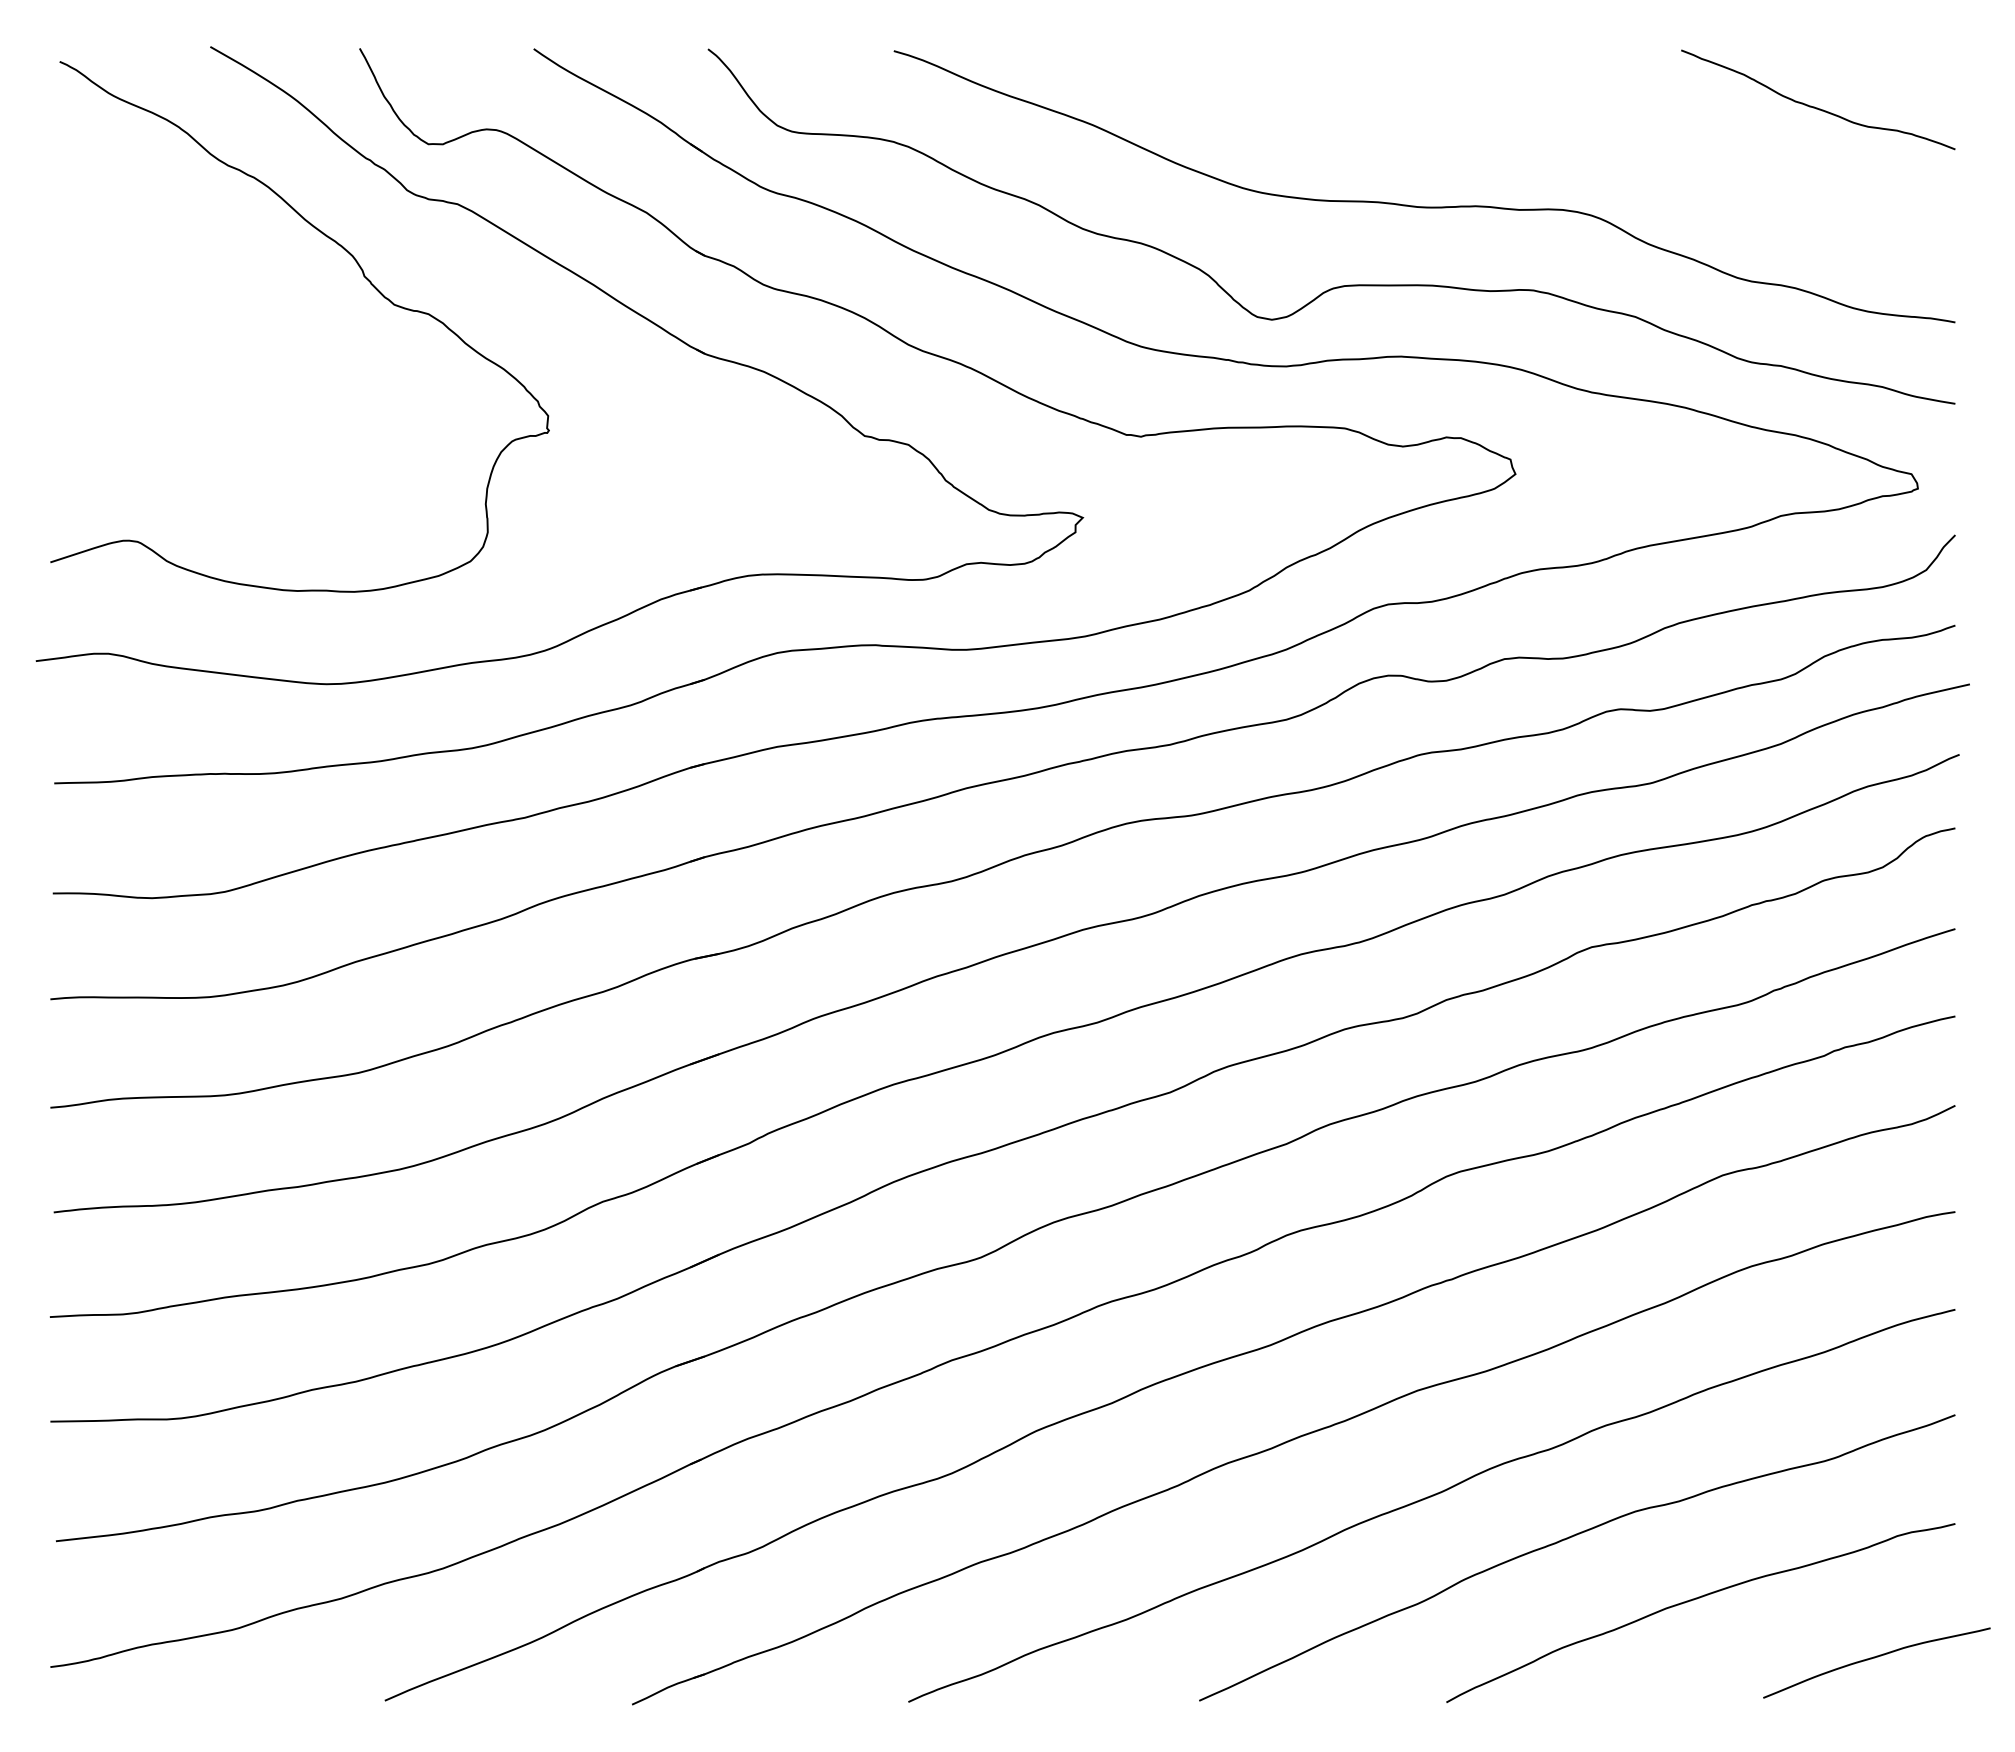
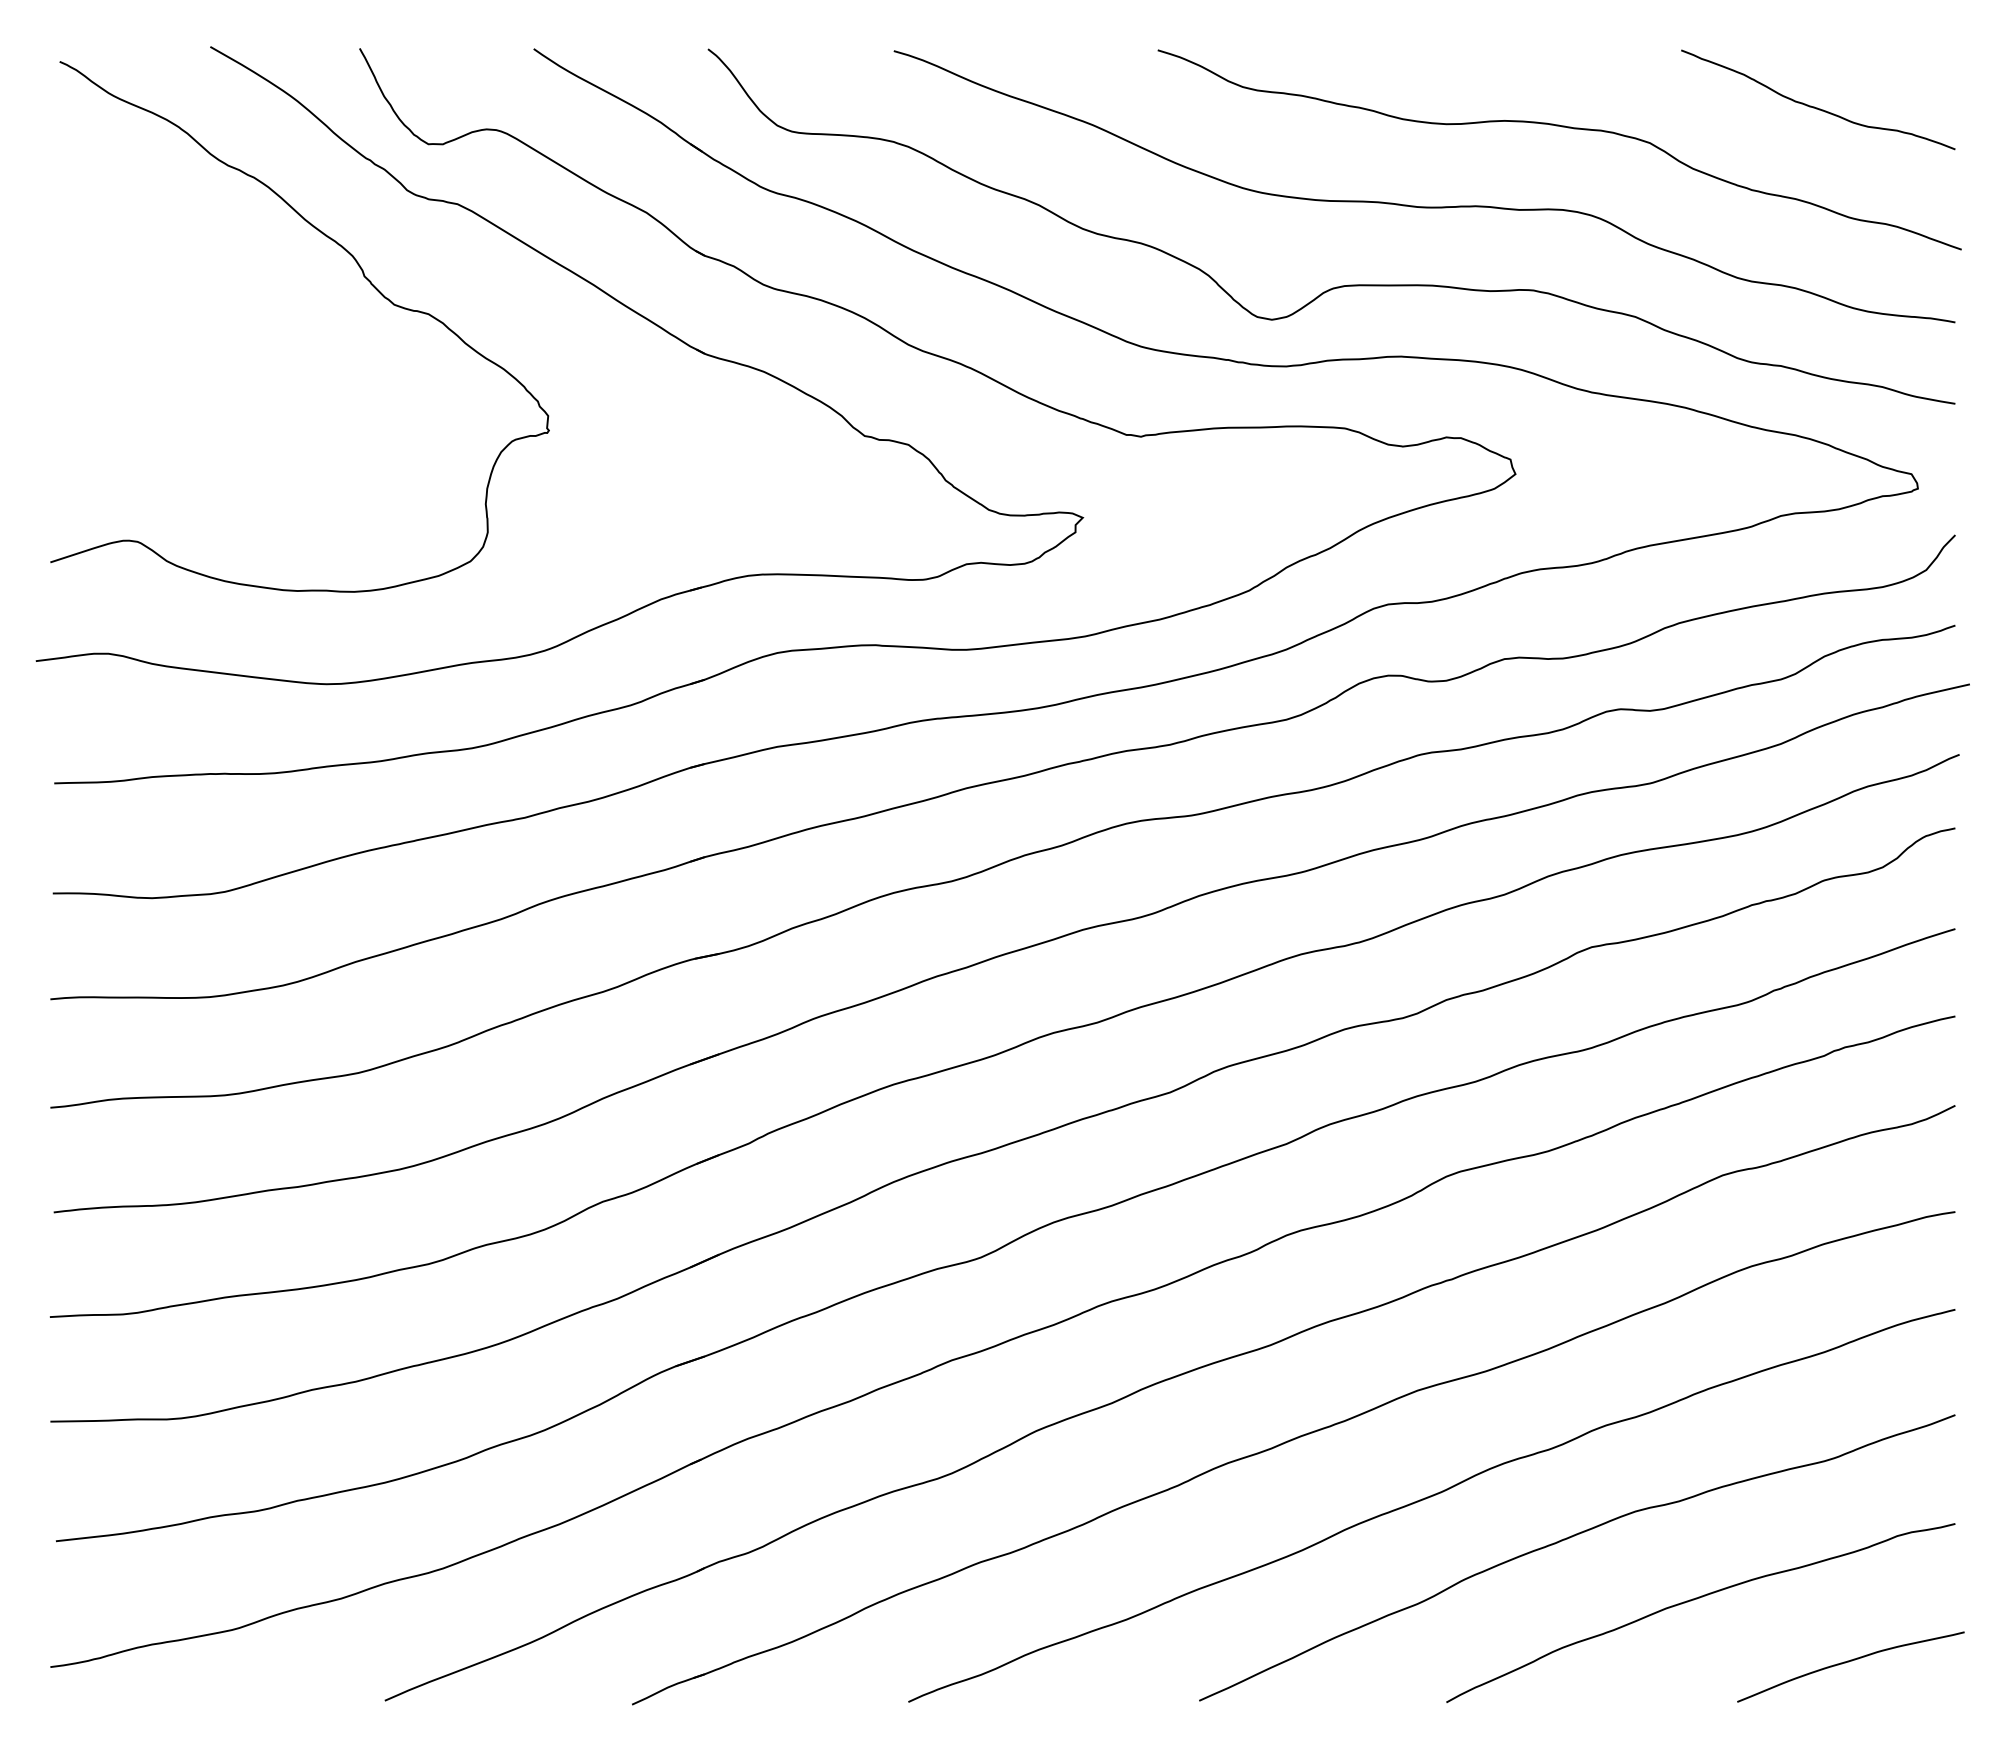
curve at (1562, 127): none -> present
curve at (1875, 1658) position: (1875, 1658) -> (1849, 1662)
